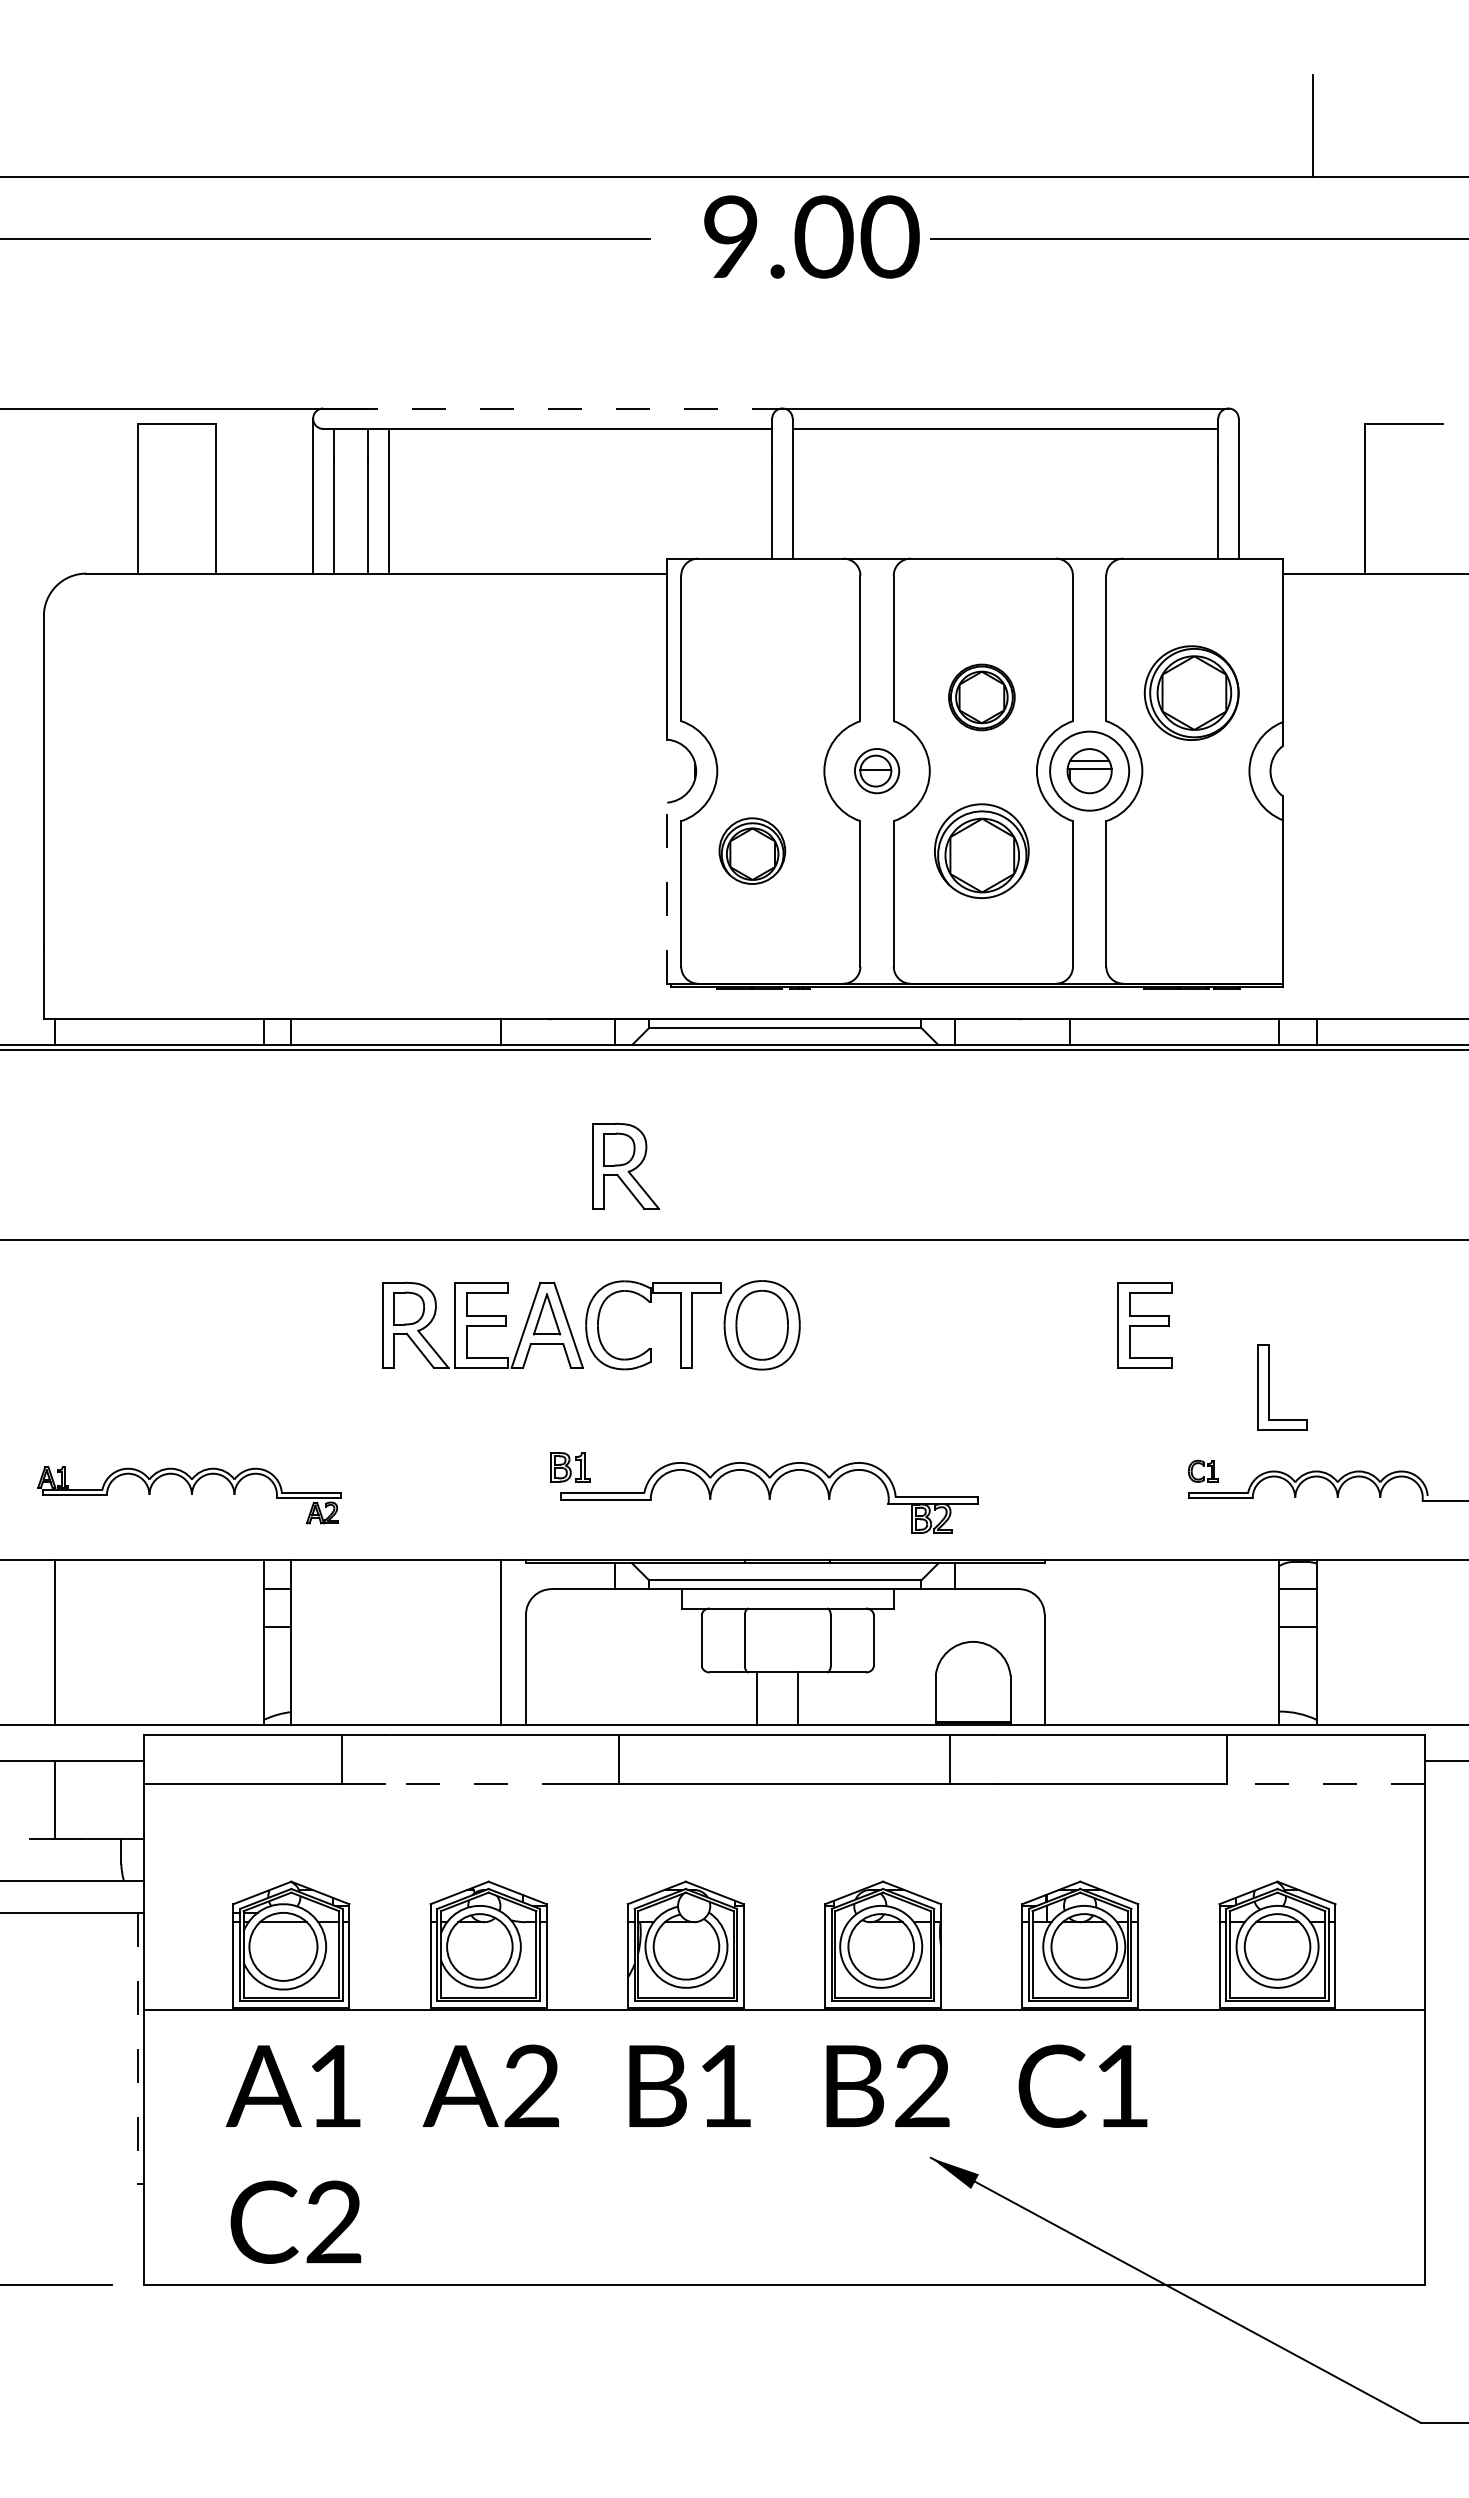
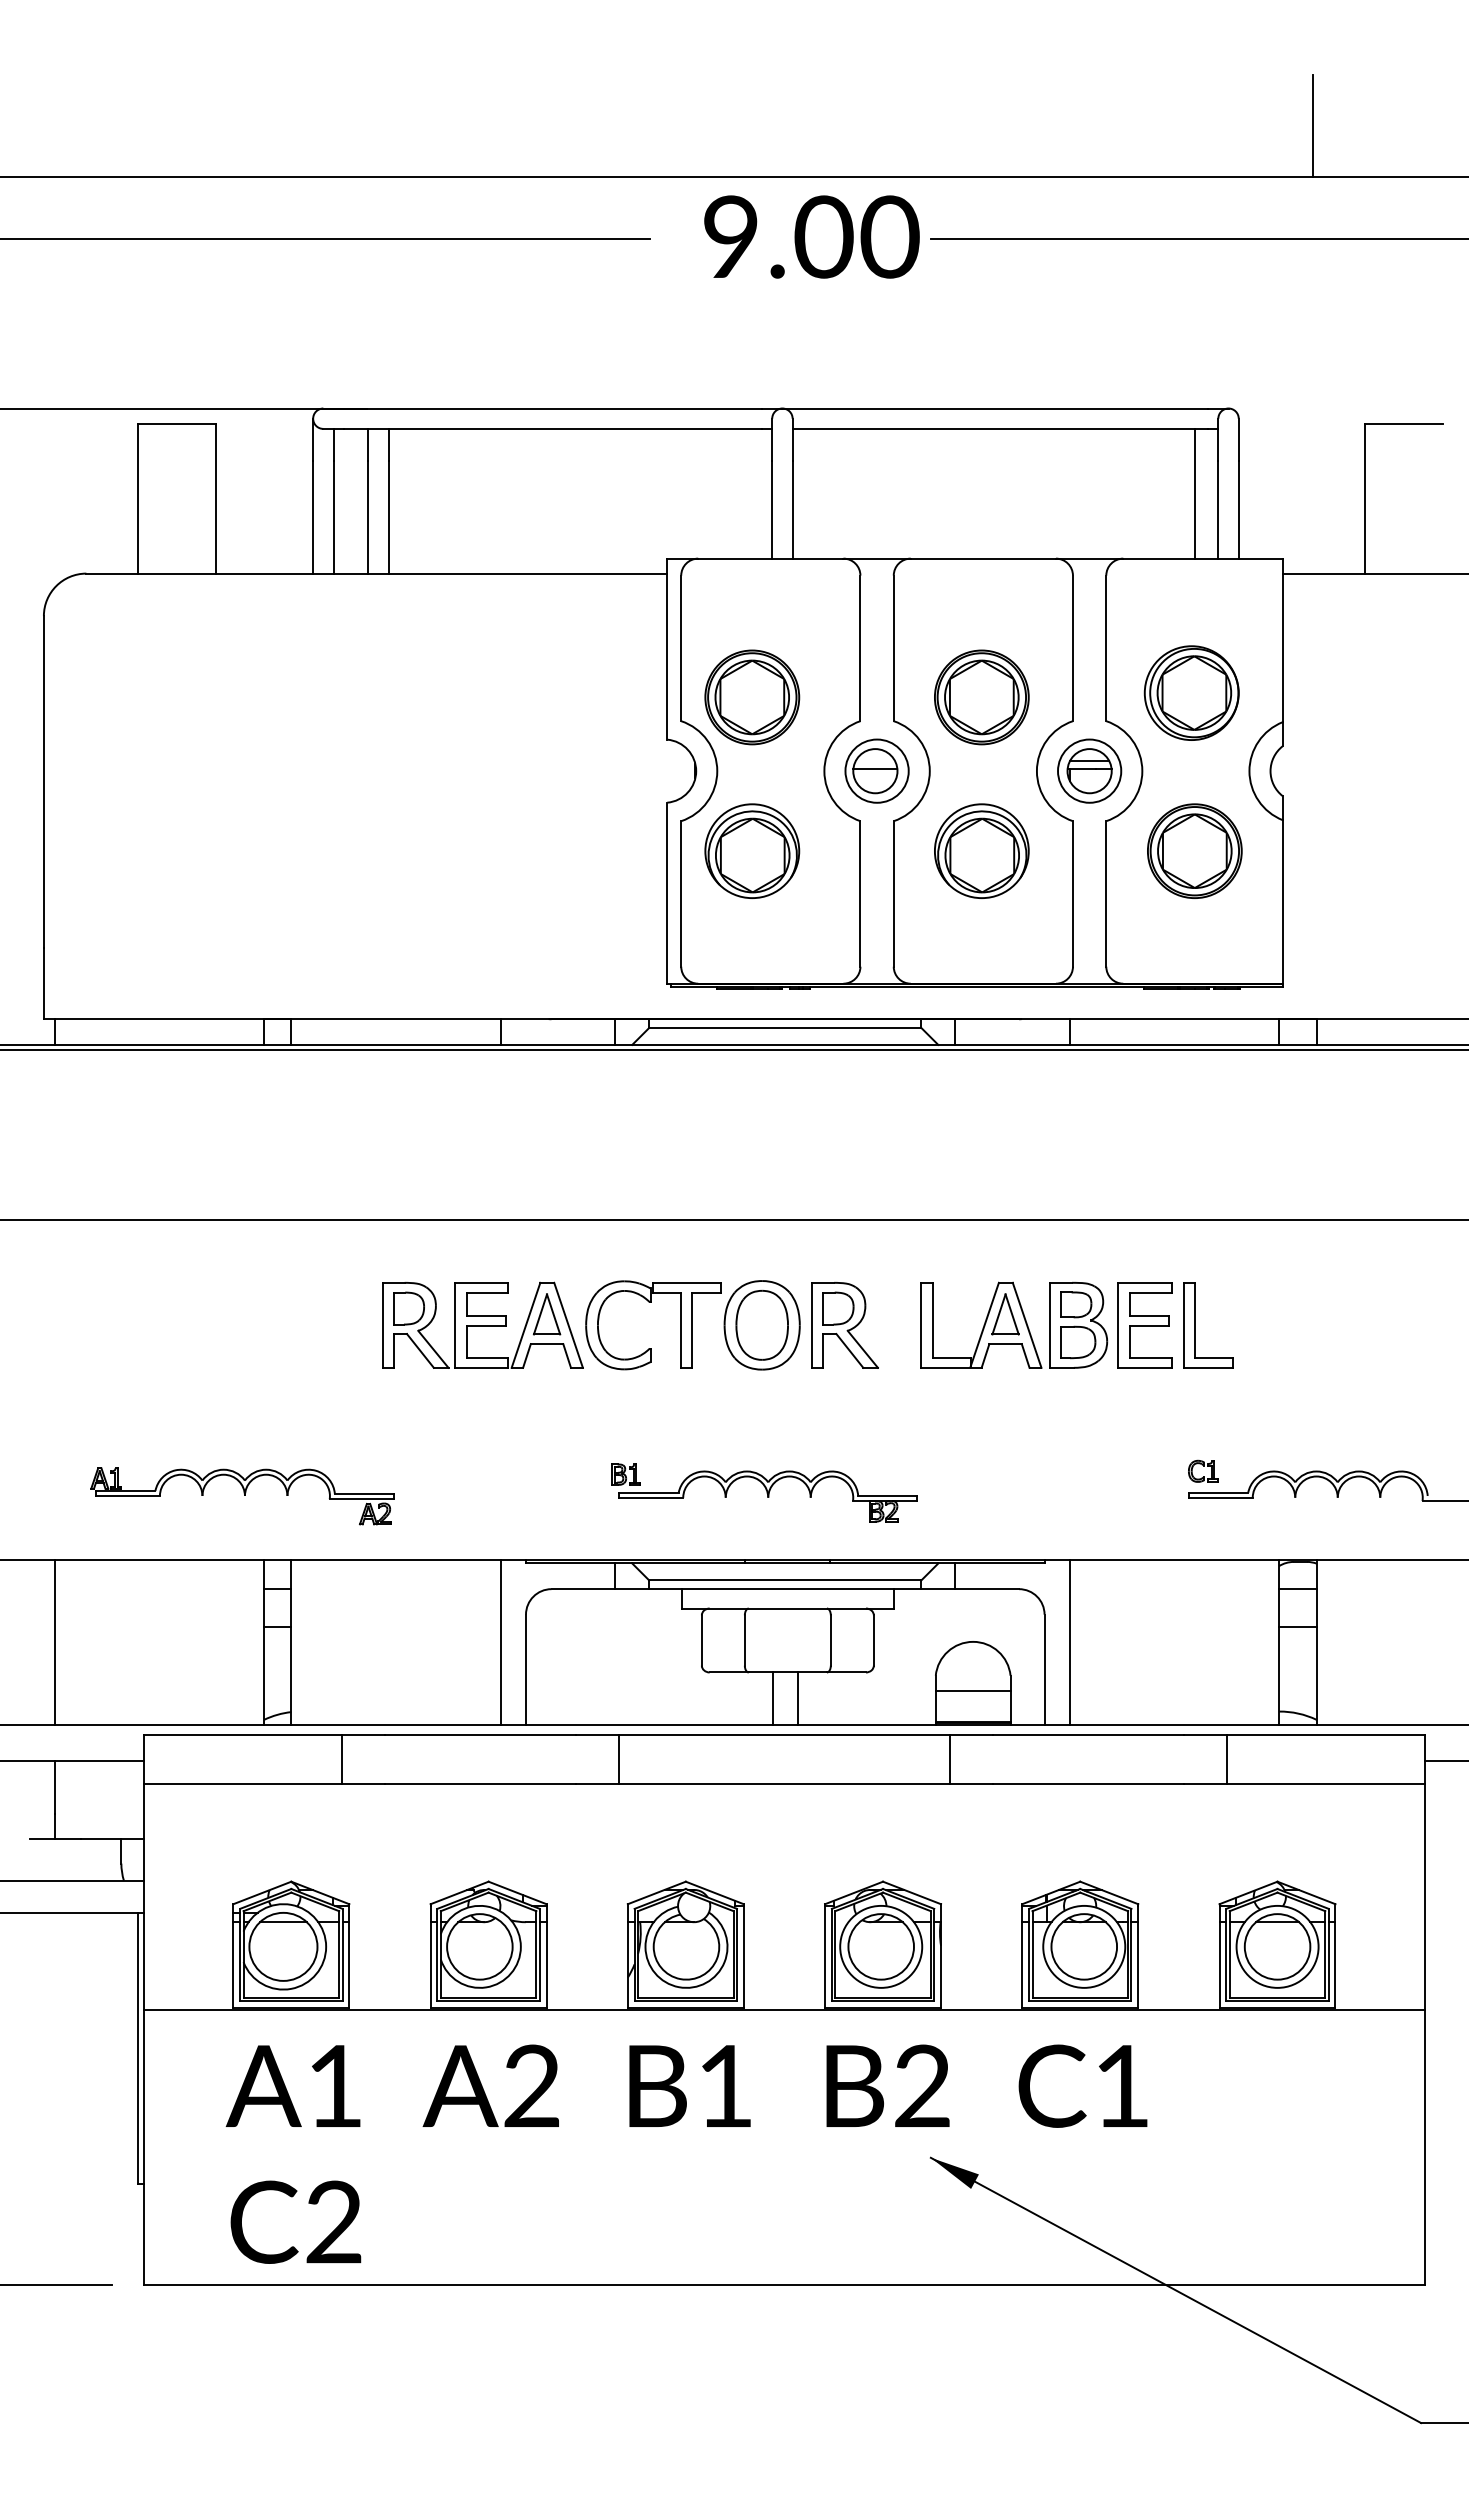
line at (553, 408): dashed -> solid
line at (1195, 493): none -> present
part at (752, 697): none -> present
part at (981, 697) size: 68x69 px -> 96x97 px
circle at (1089, 770) diameter: 79 px -> 63 px
part at (877, 771) size: 47x47 px -> 66x66 px
part at (752, 850) size: 69x68 px -> 97x96 px
part at (1194, 850): none -> present
line at (667, 893): dashed -> solid
part at (625, 1166) position: (625, 1166) -> (844, 1325)
line at (733, 1239) position: (733, 1239) -> (733, 1219)
part at (1014, 1324): none -> present
part at (1269, 1387) position: (1269, 1387) -> (1195, 1325)
part at (764, 1492) size: 429x82 px -> 307x60 px
part at (189, 1495) position: (189, 1495) -> (242, 1496)
line at (1070, 1642): none -> present
line at (972, 1690): none -> present
line at (756, 1698) position: (756, 1698) -> (772, 1698)
line at (480, 1784): dashed -> solid
line at (1325, 1784): dashed -> solid
line at (137, 2048): dashed -> solid
